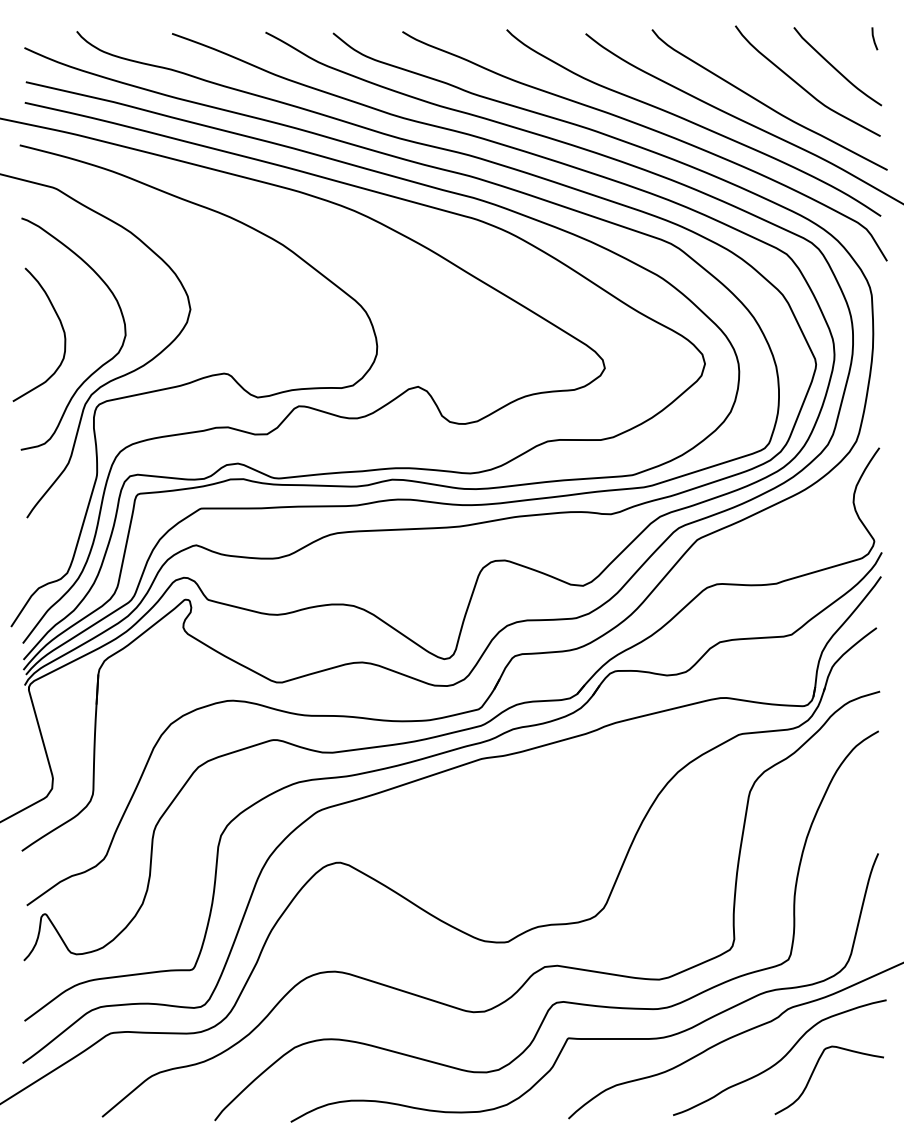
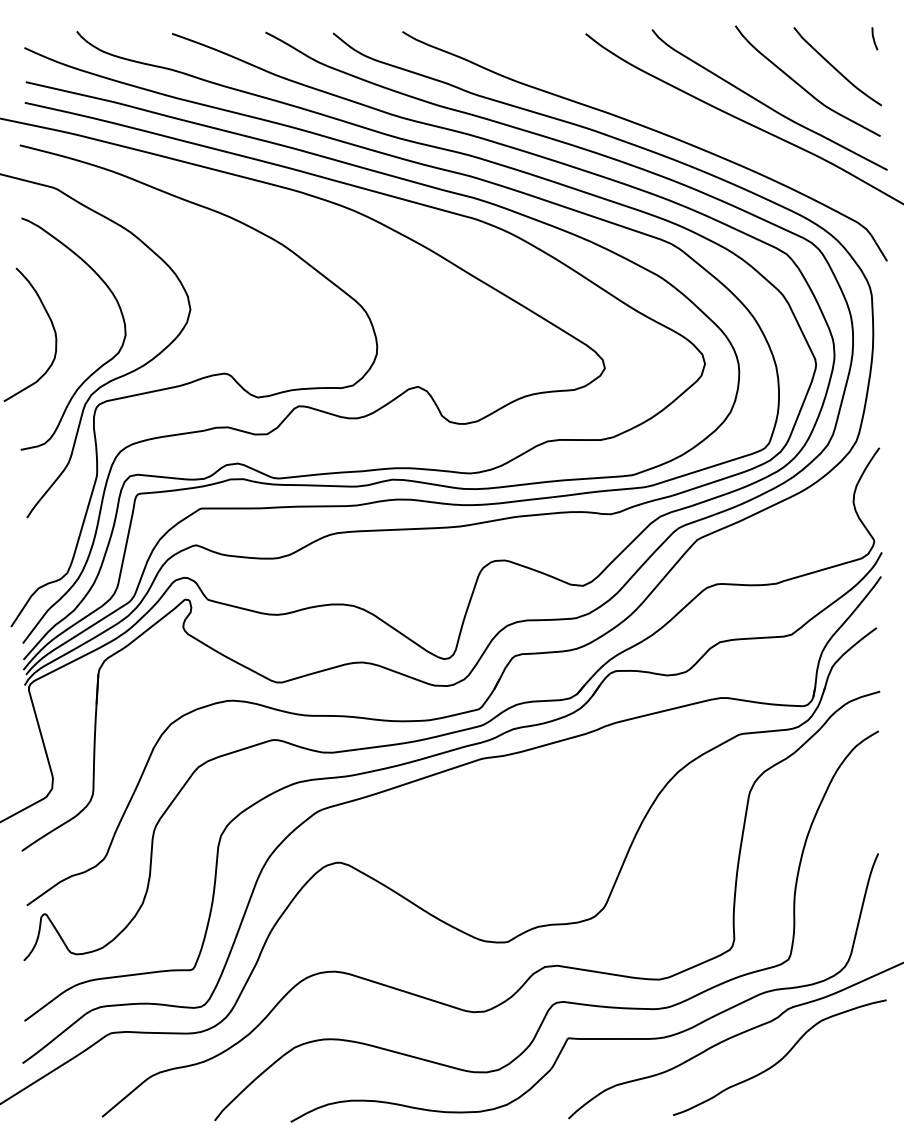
curve at (693, 122): present -> none
curve at (61, 327) position: (61, 327) -> (52, 327)
curve at (813, 1073): present -> none
